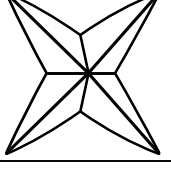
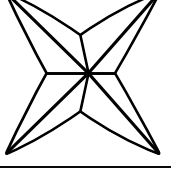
line at (84, 160) position: (84, 160) -> (84, 166)
